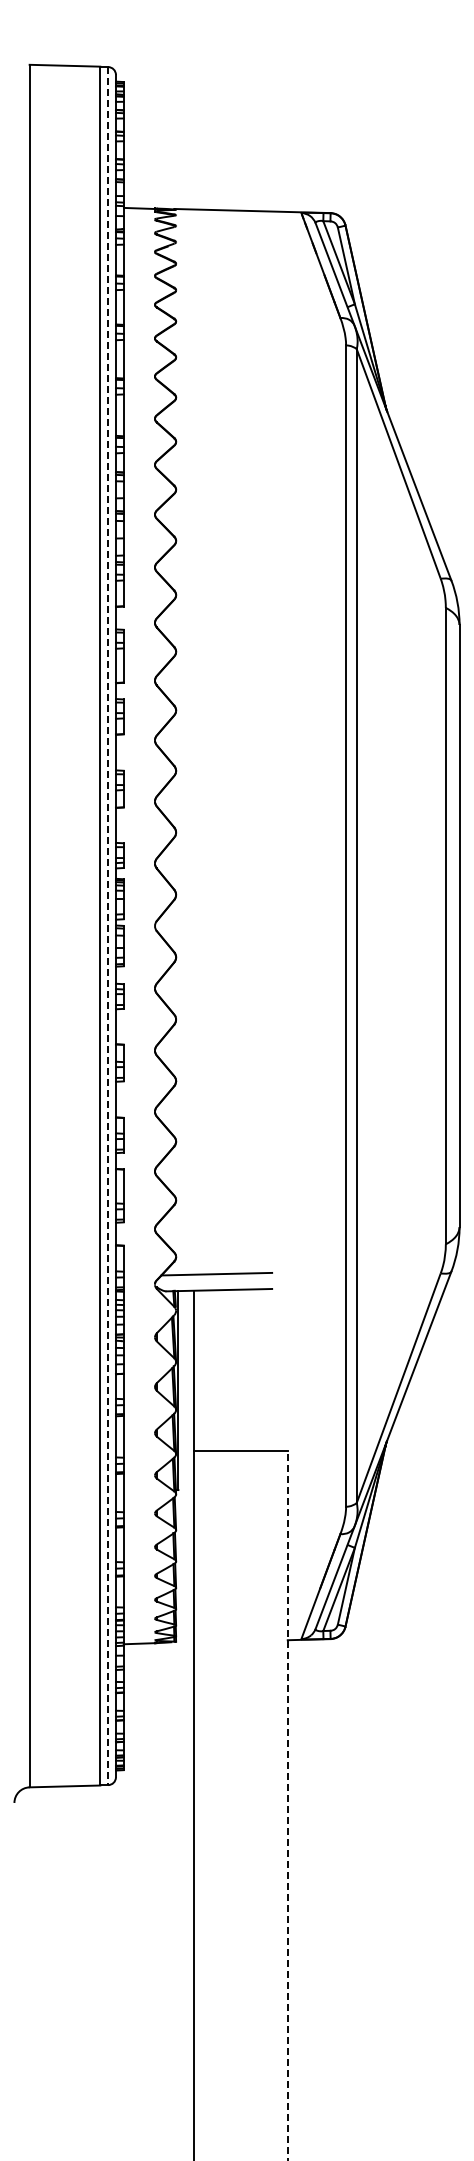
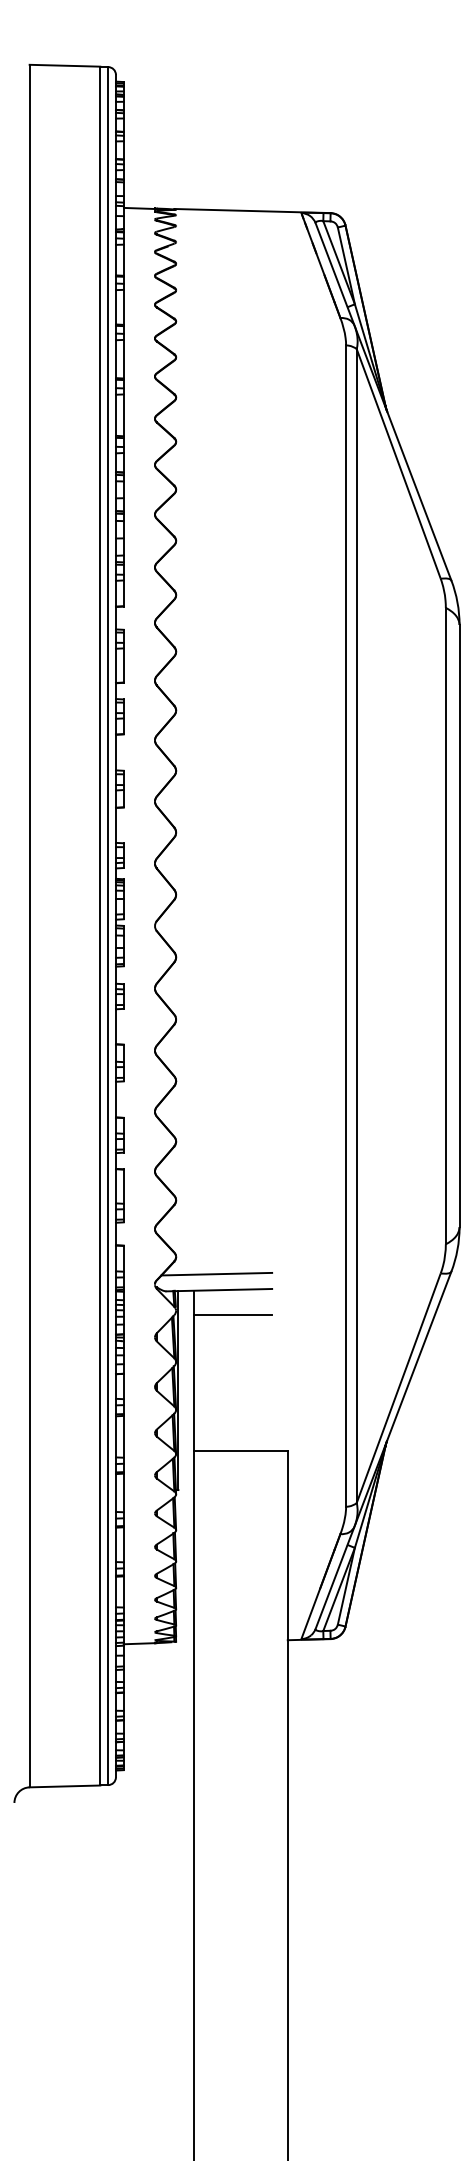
line at (108, 926): dashed -> solid
line at (233, 1315): none -> present
line at (287, 1805): dashed -> solid
